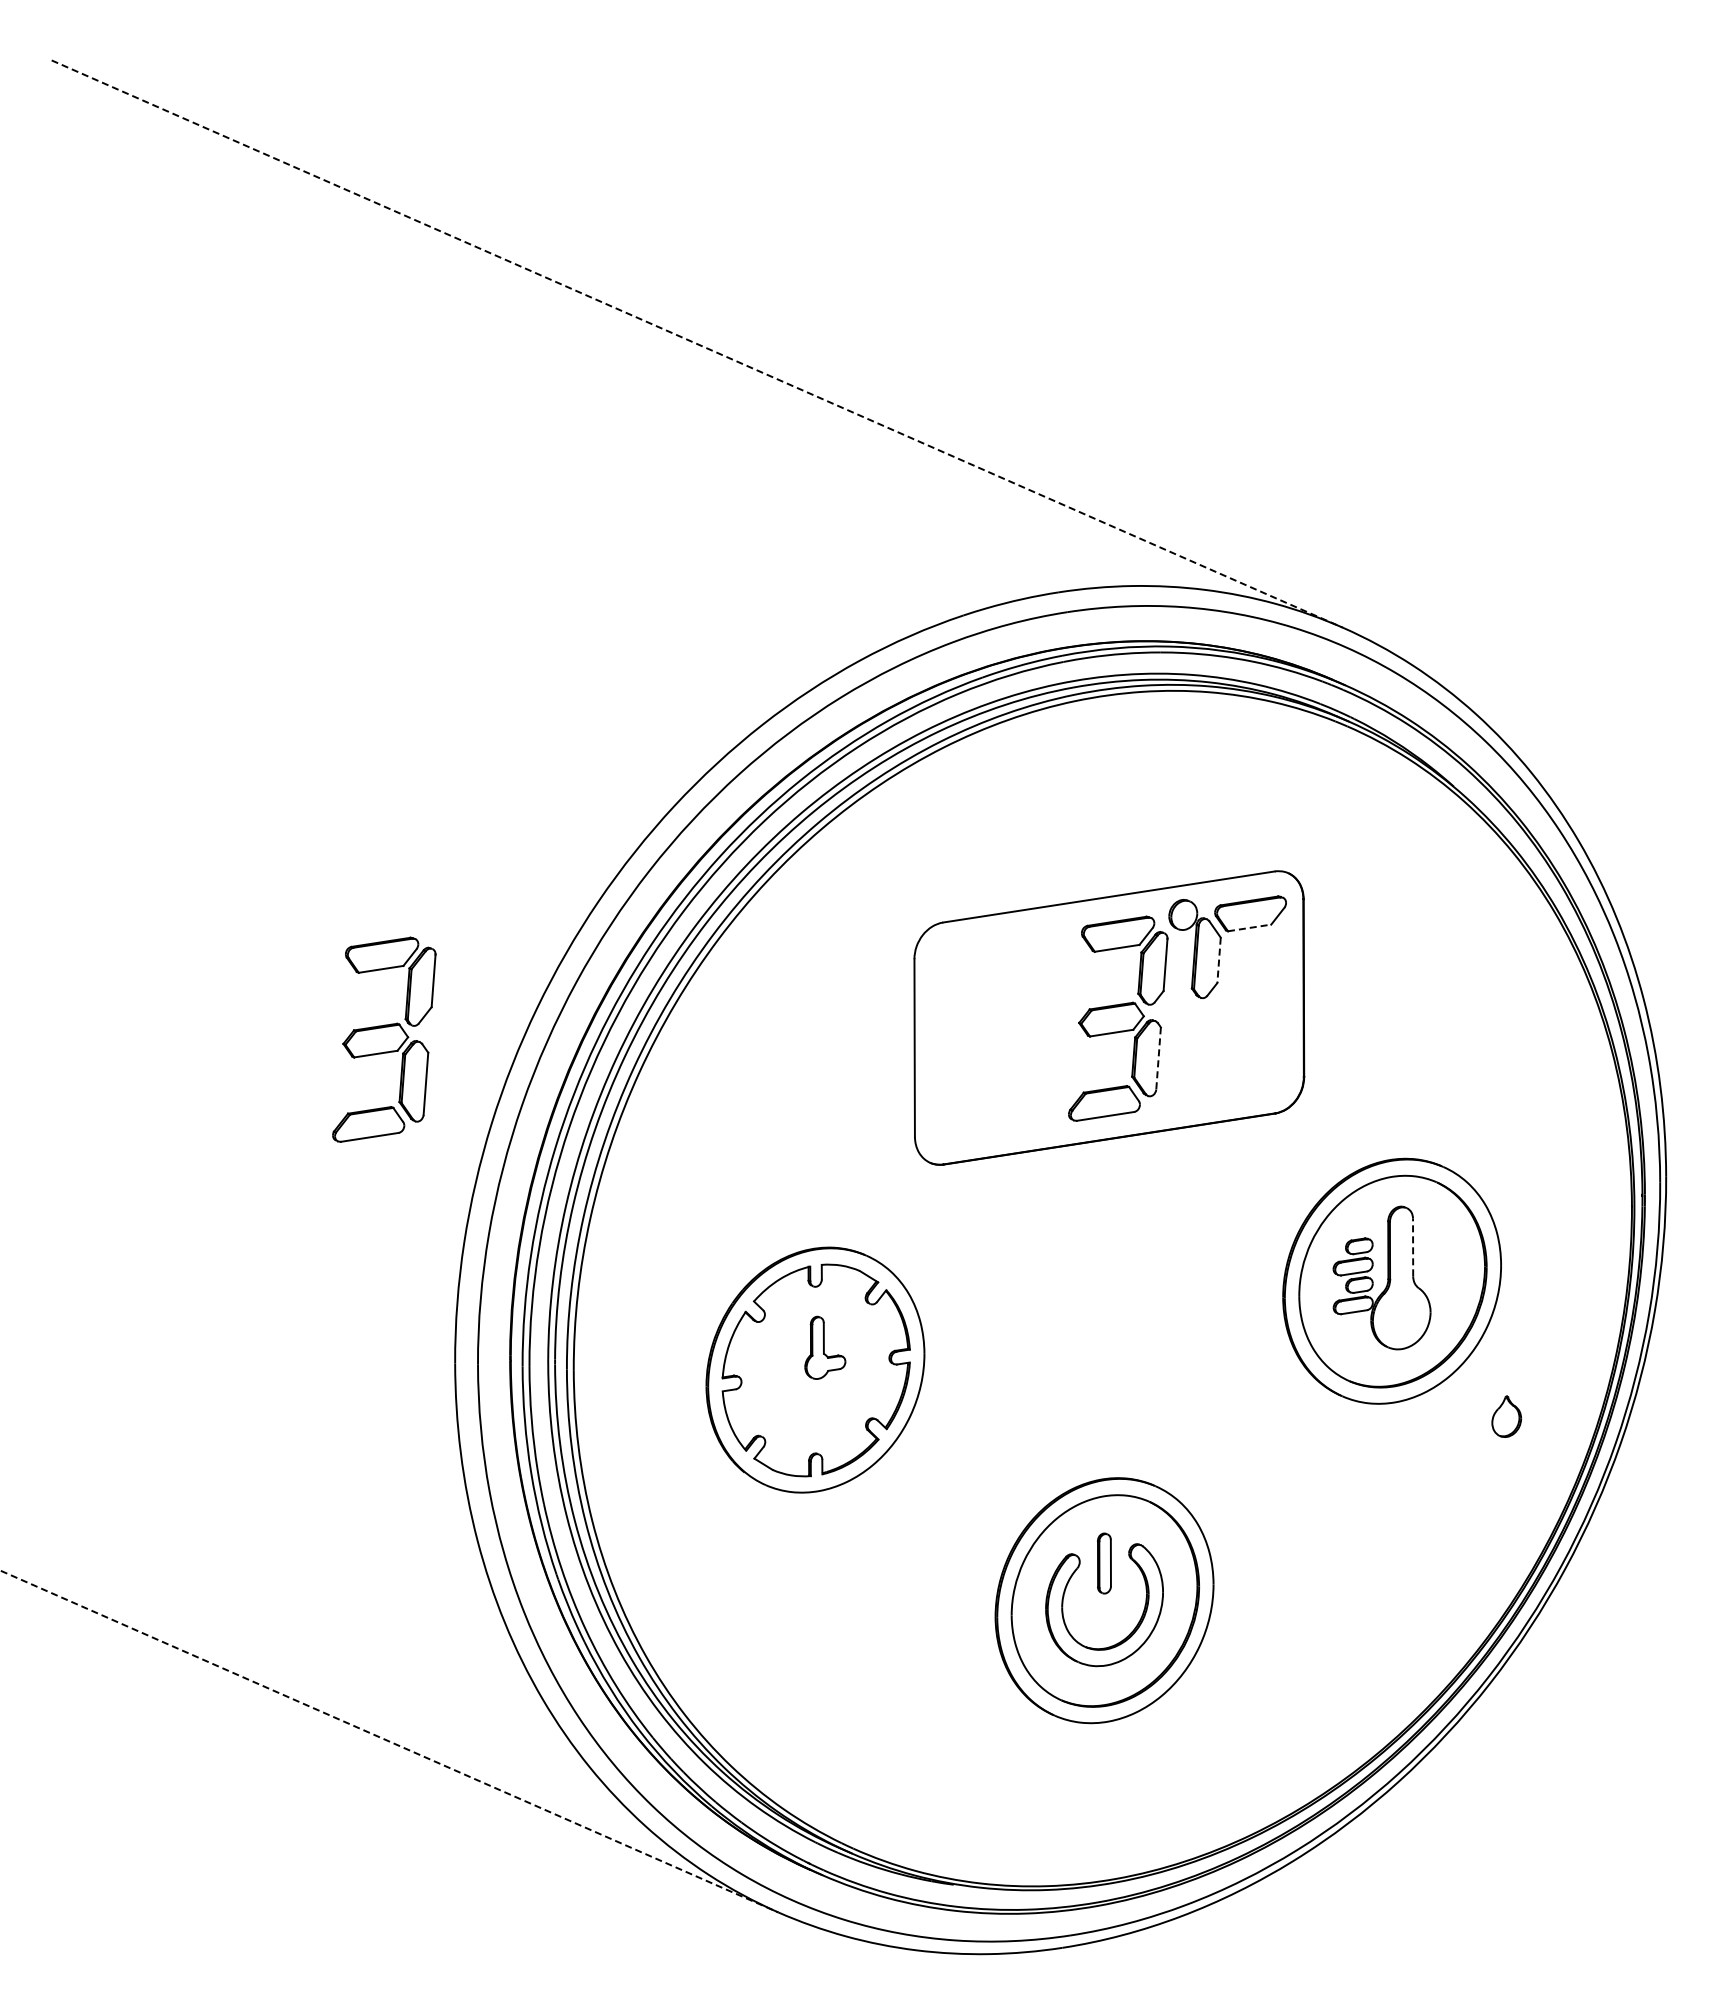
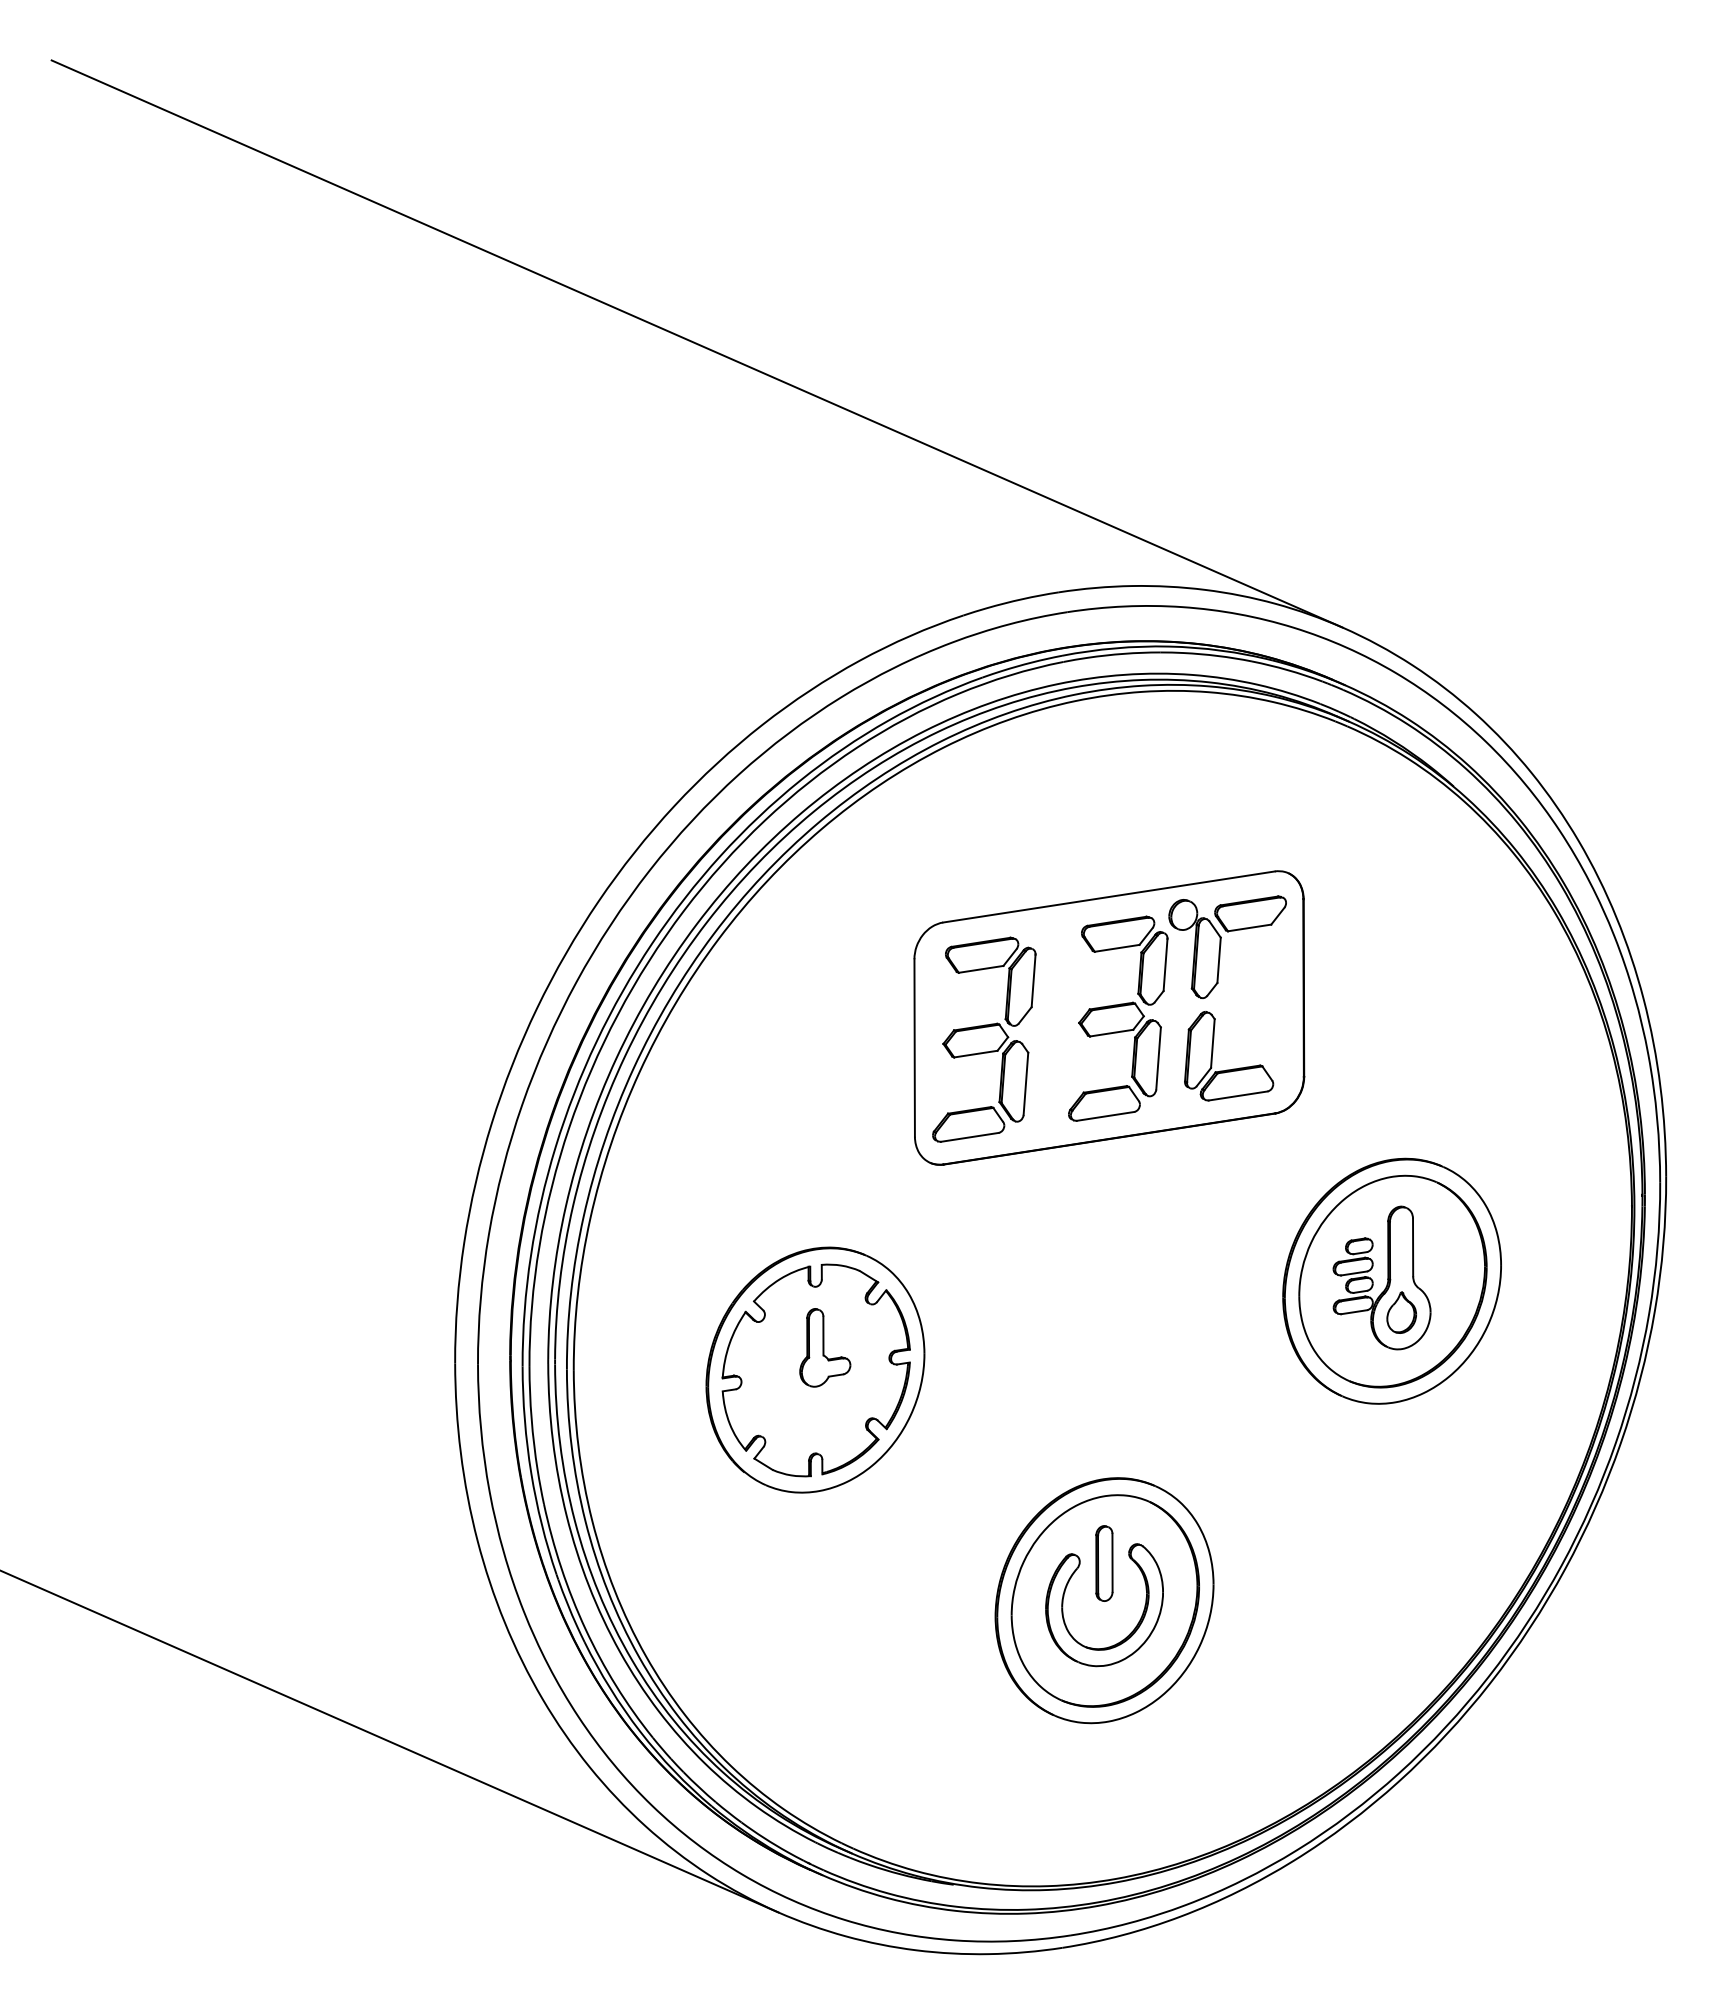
line at (697, 344): dashed -> solid
line at (1249, 927): dashed -> solid
line at (1219, 960): dashed -> solid
part at (384, 1039) position: (384, 1039) -> (984, 1039)
line at (1158, 1058): dashed -> solid
part at (1232, 1068): none -> present
line at (1413, 1247): dashed -> solid
part at (825, 1347) size: 43x65 px -> 53x80 px
part at (1506, 1416) position: (1506, 1416) -> (1401, 1312)
part at (1104, 1563) size: 15x63 px -> 19x77 px
line at (389, 1741): dashed -> solid
